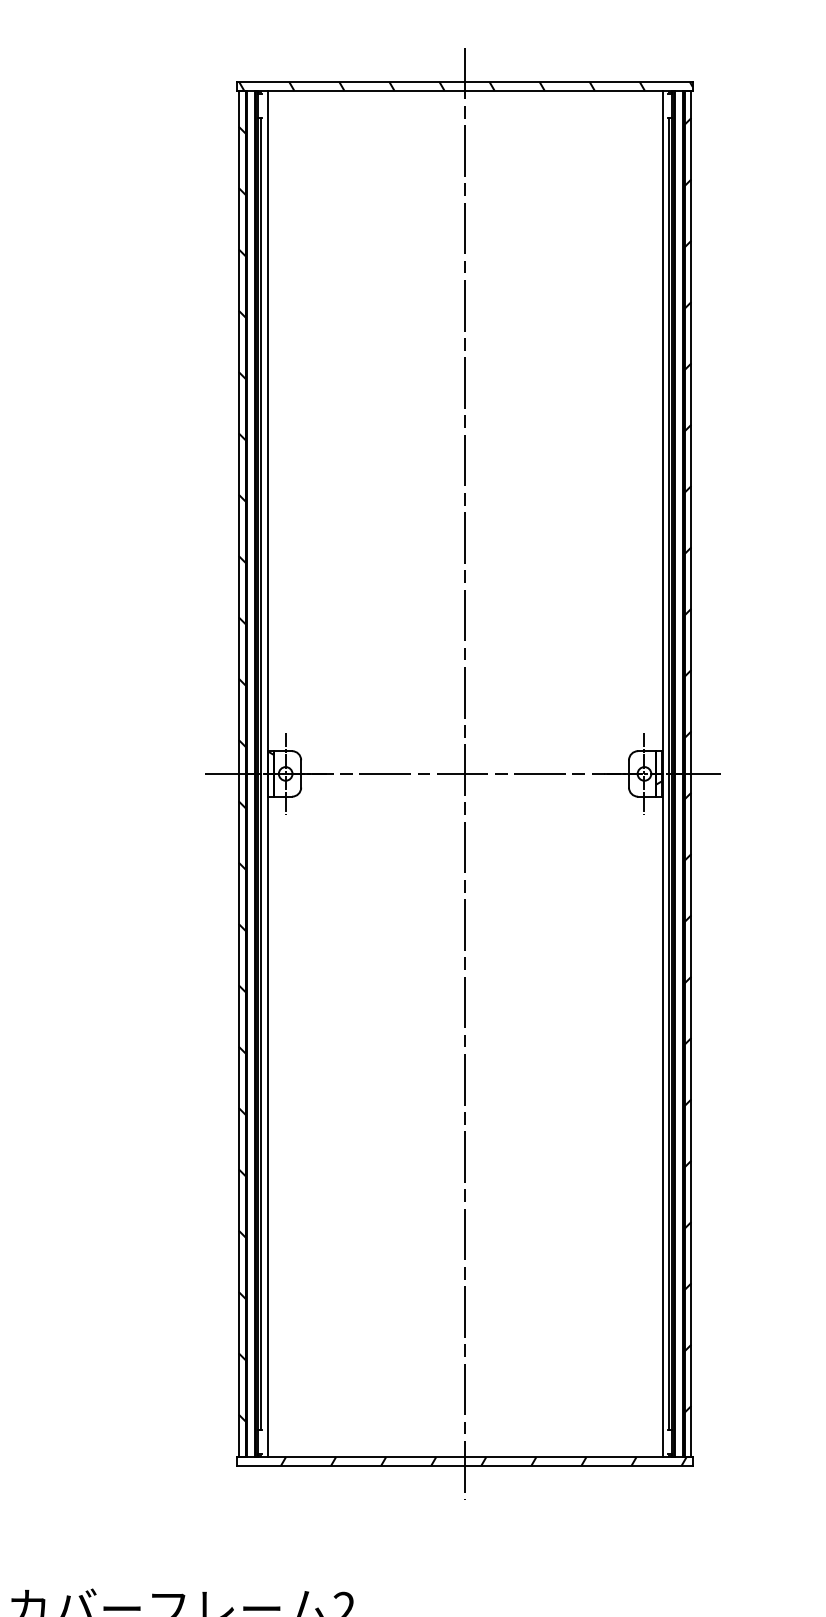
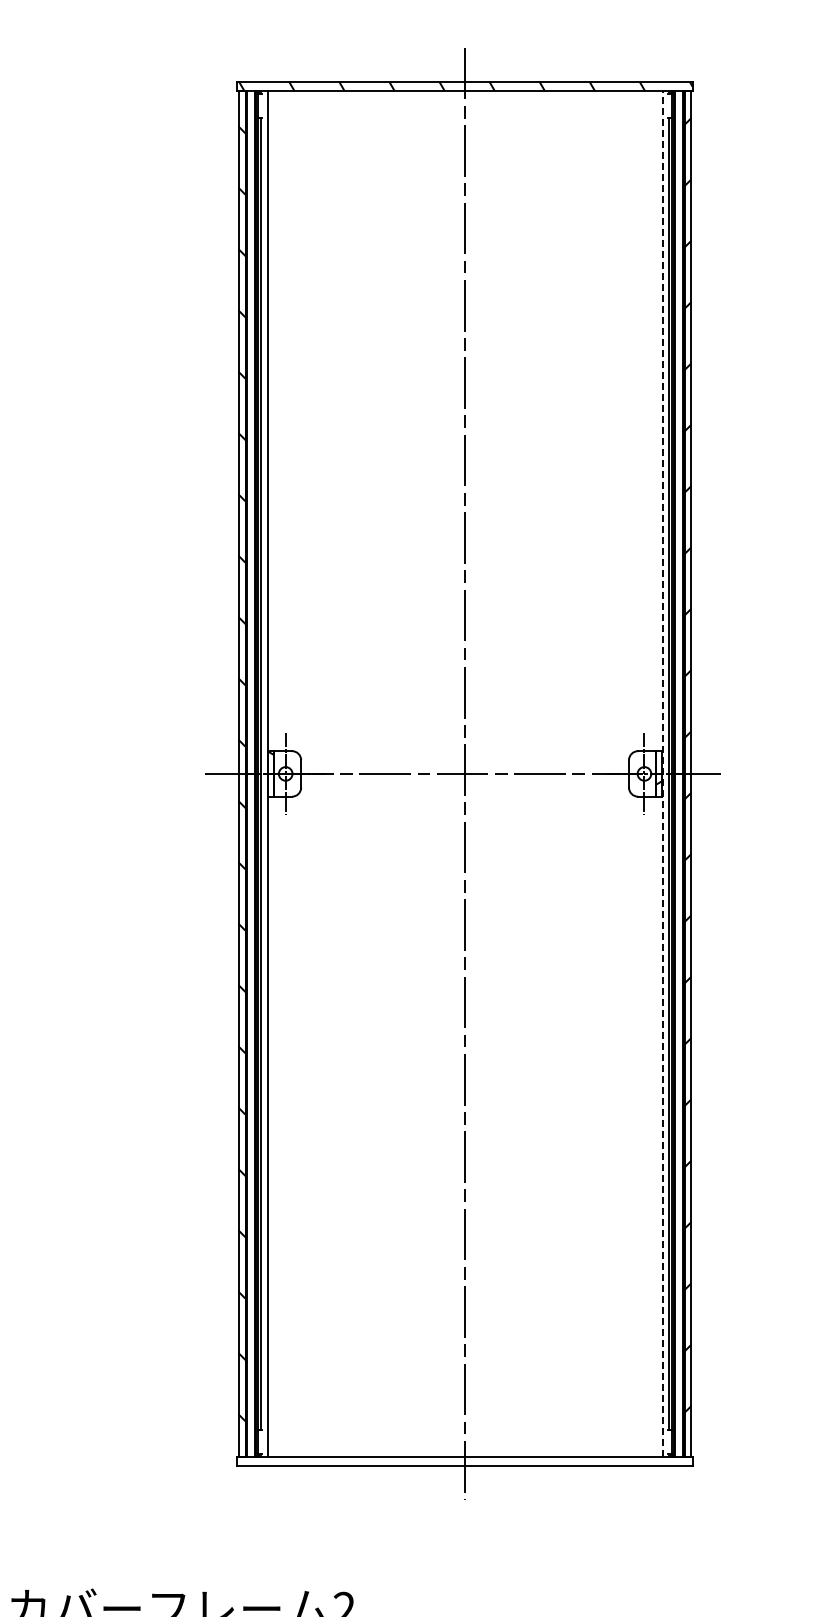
line at (662, 773): solid -> dashed
hatch at (483, 1460): present -> none
